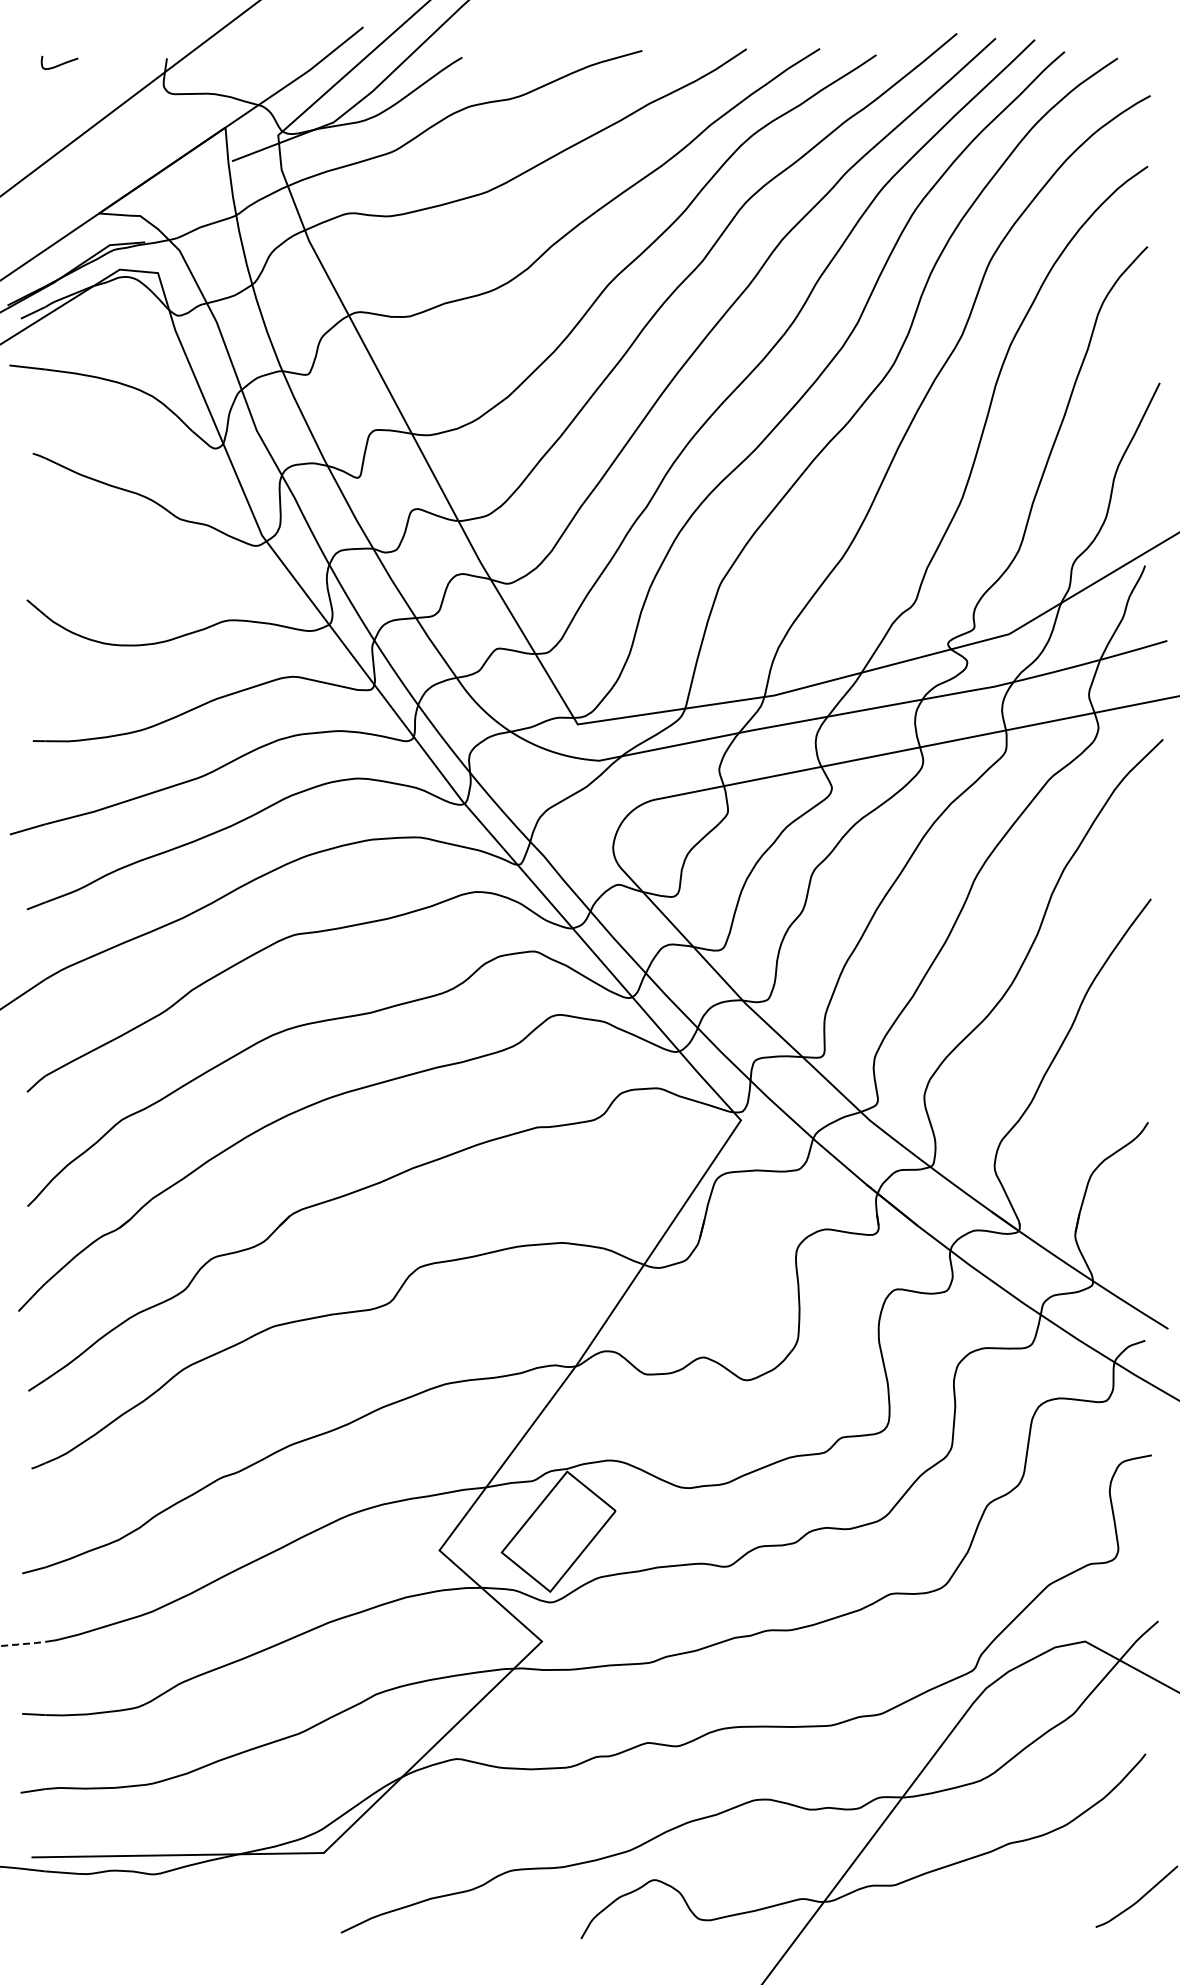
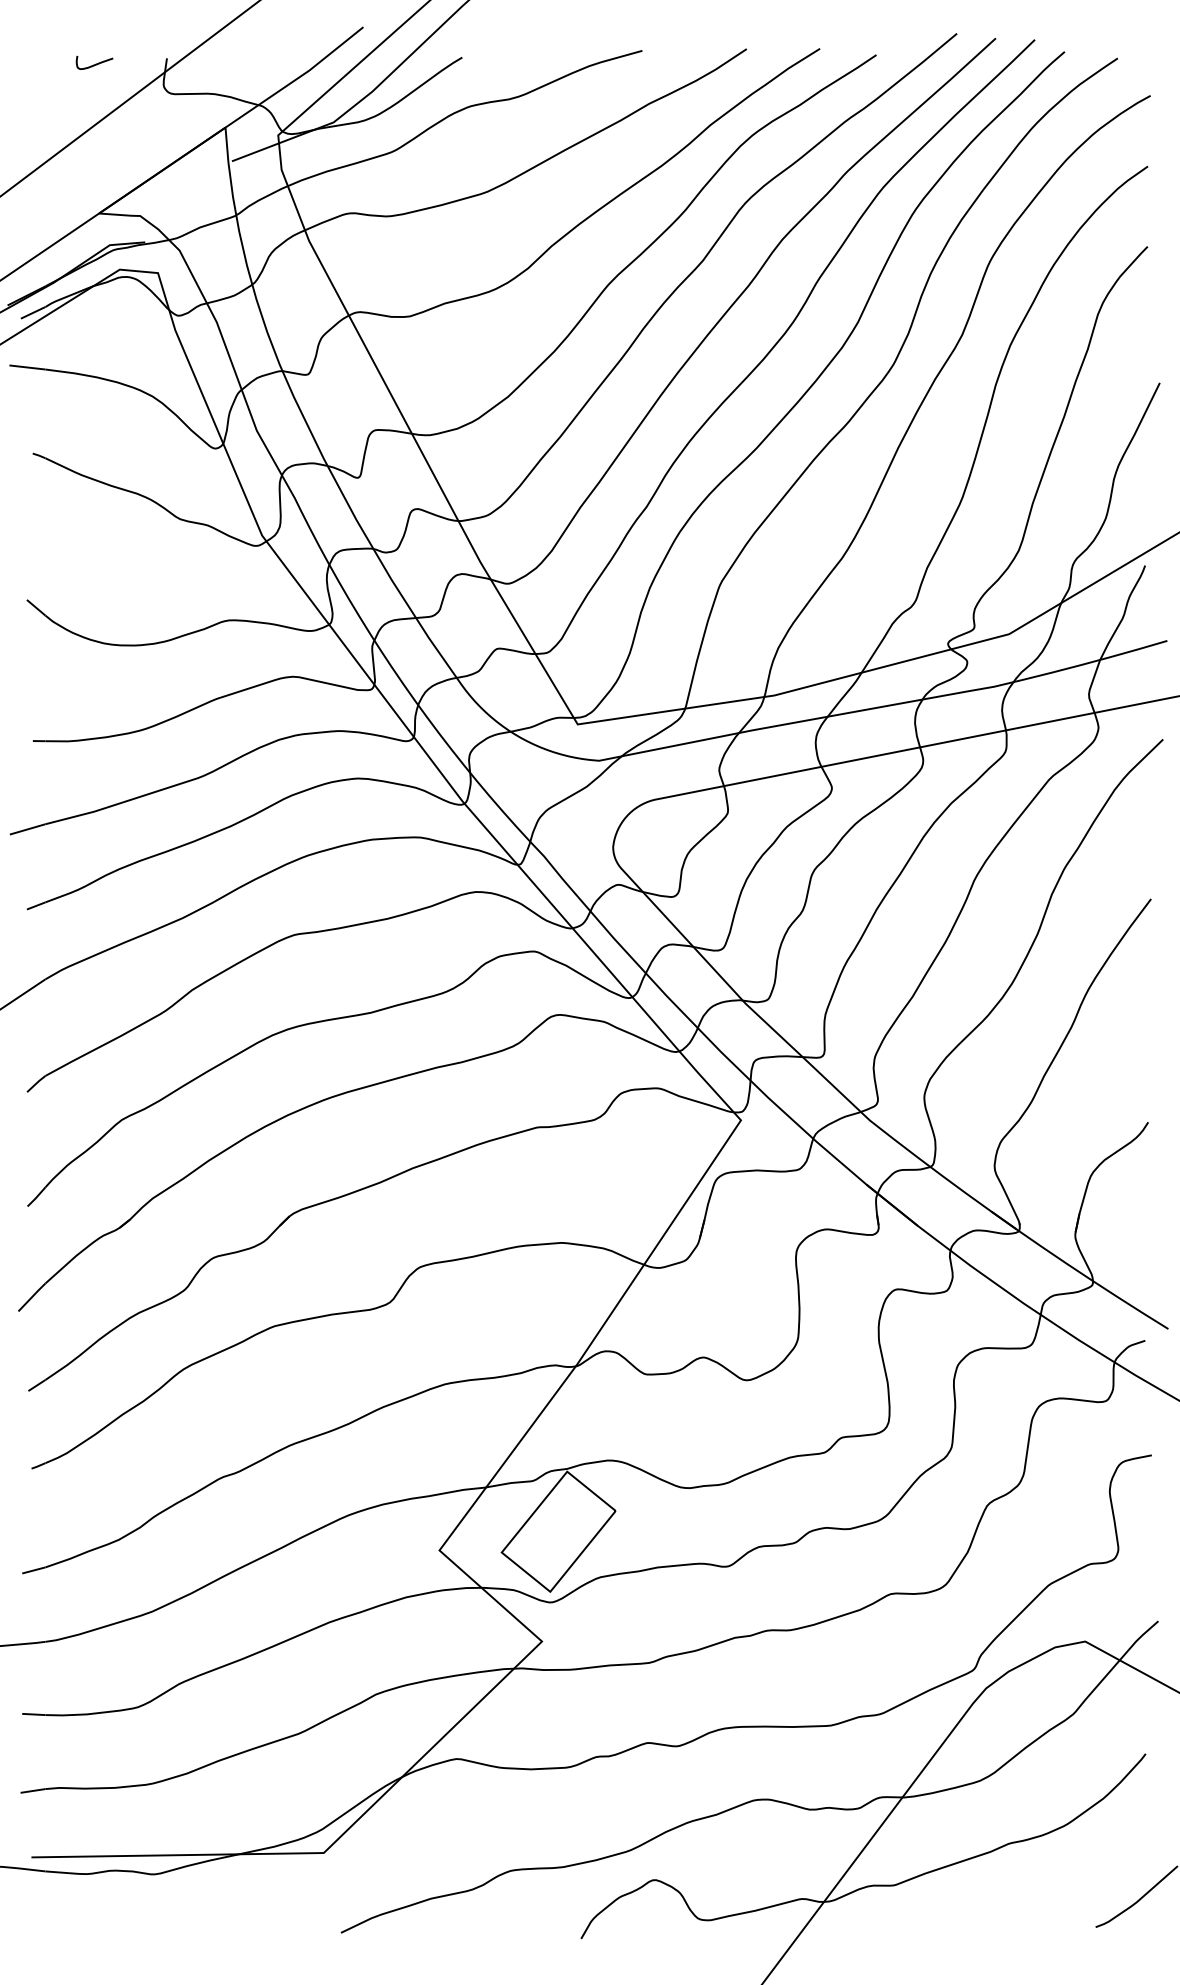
curve at (60, 63) position: (60, 63) -> (95, 63)
line at (23, 1644): dashed -> solid
